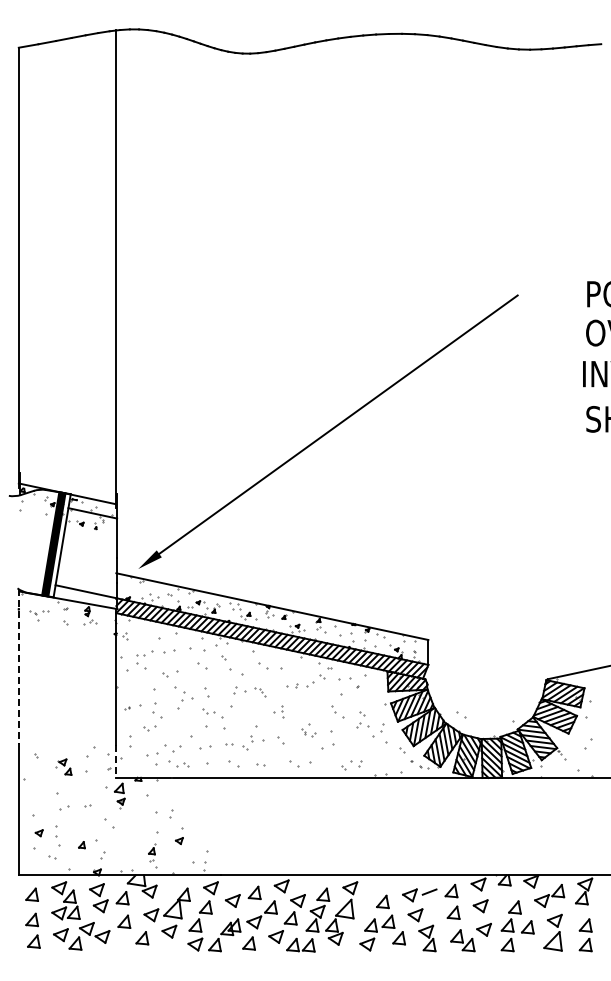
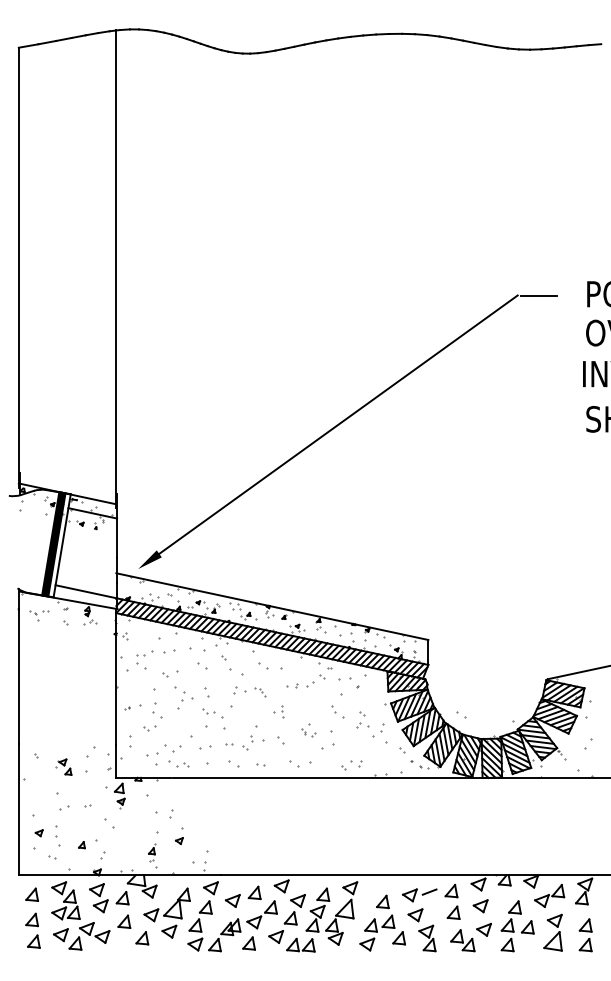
line at (538, 295): none -> present
line at (18, 666): dashed -> solid
line at (116, 762): dashed -> solid
